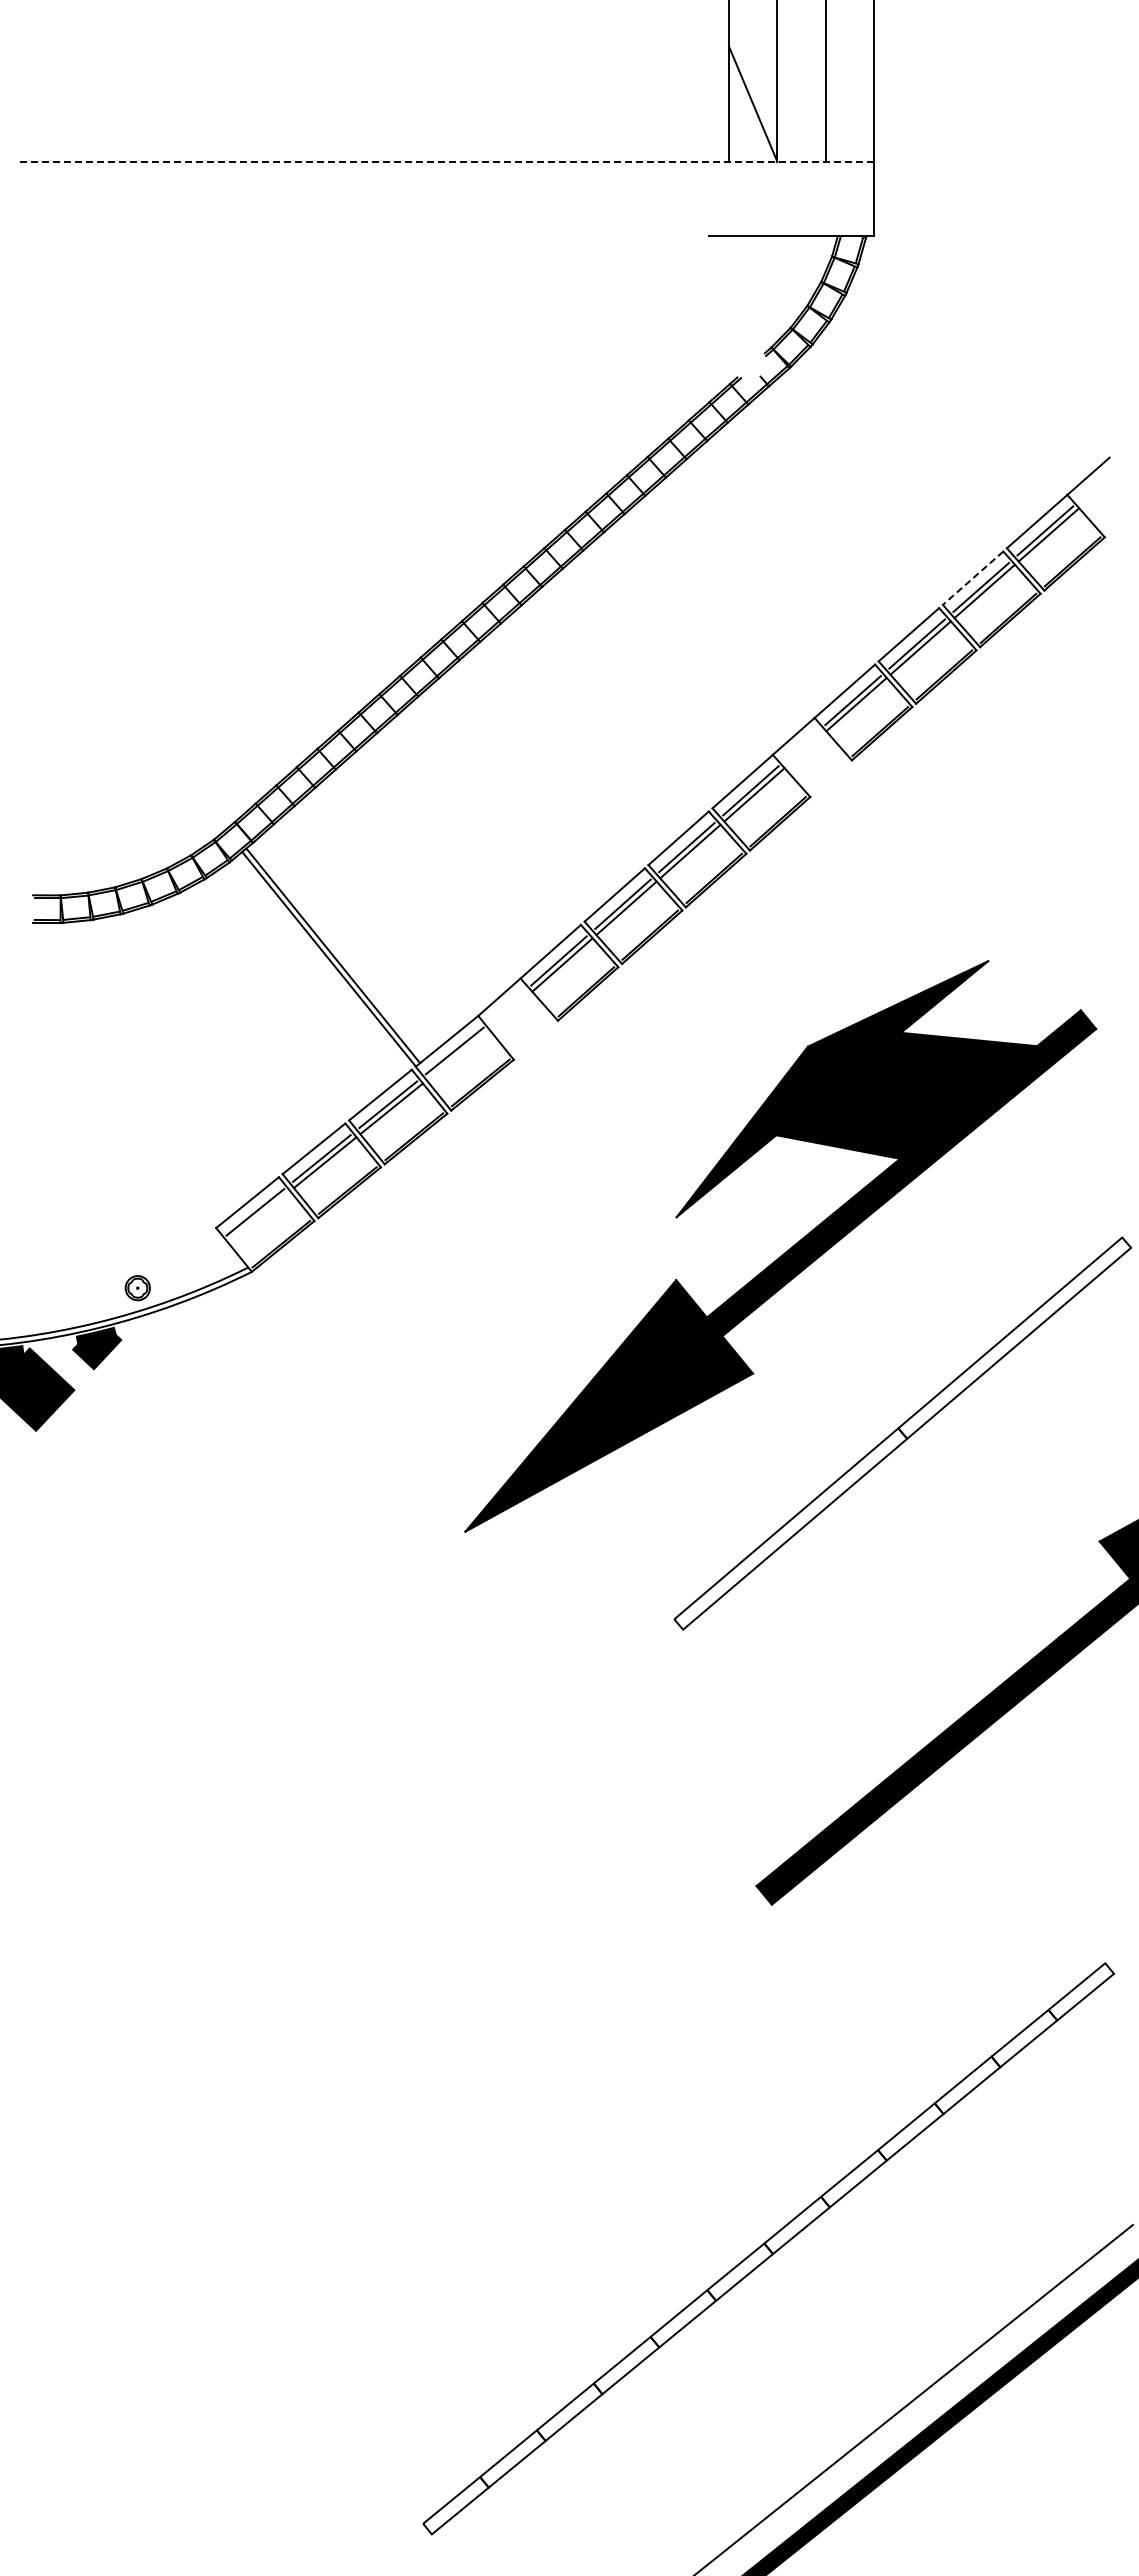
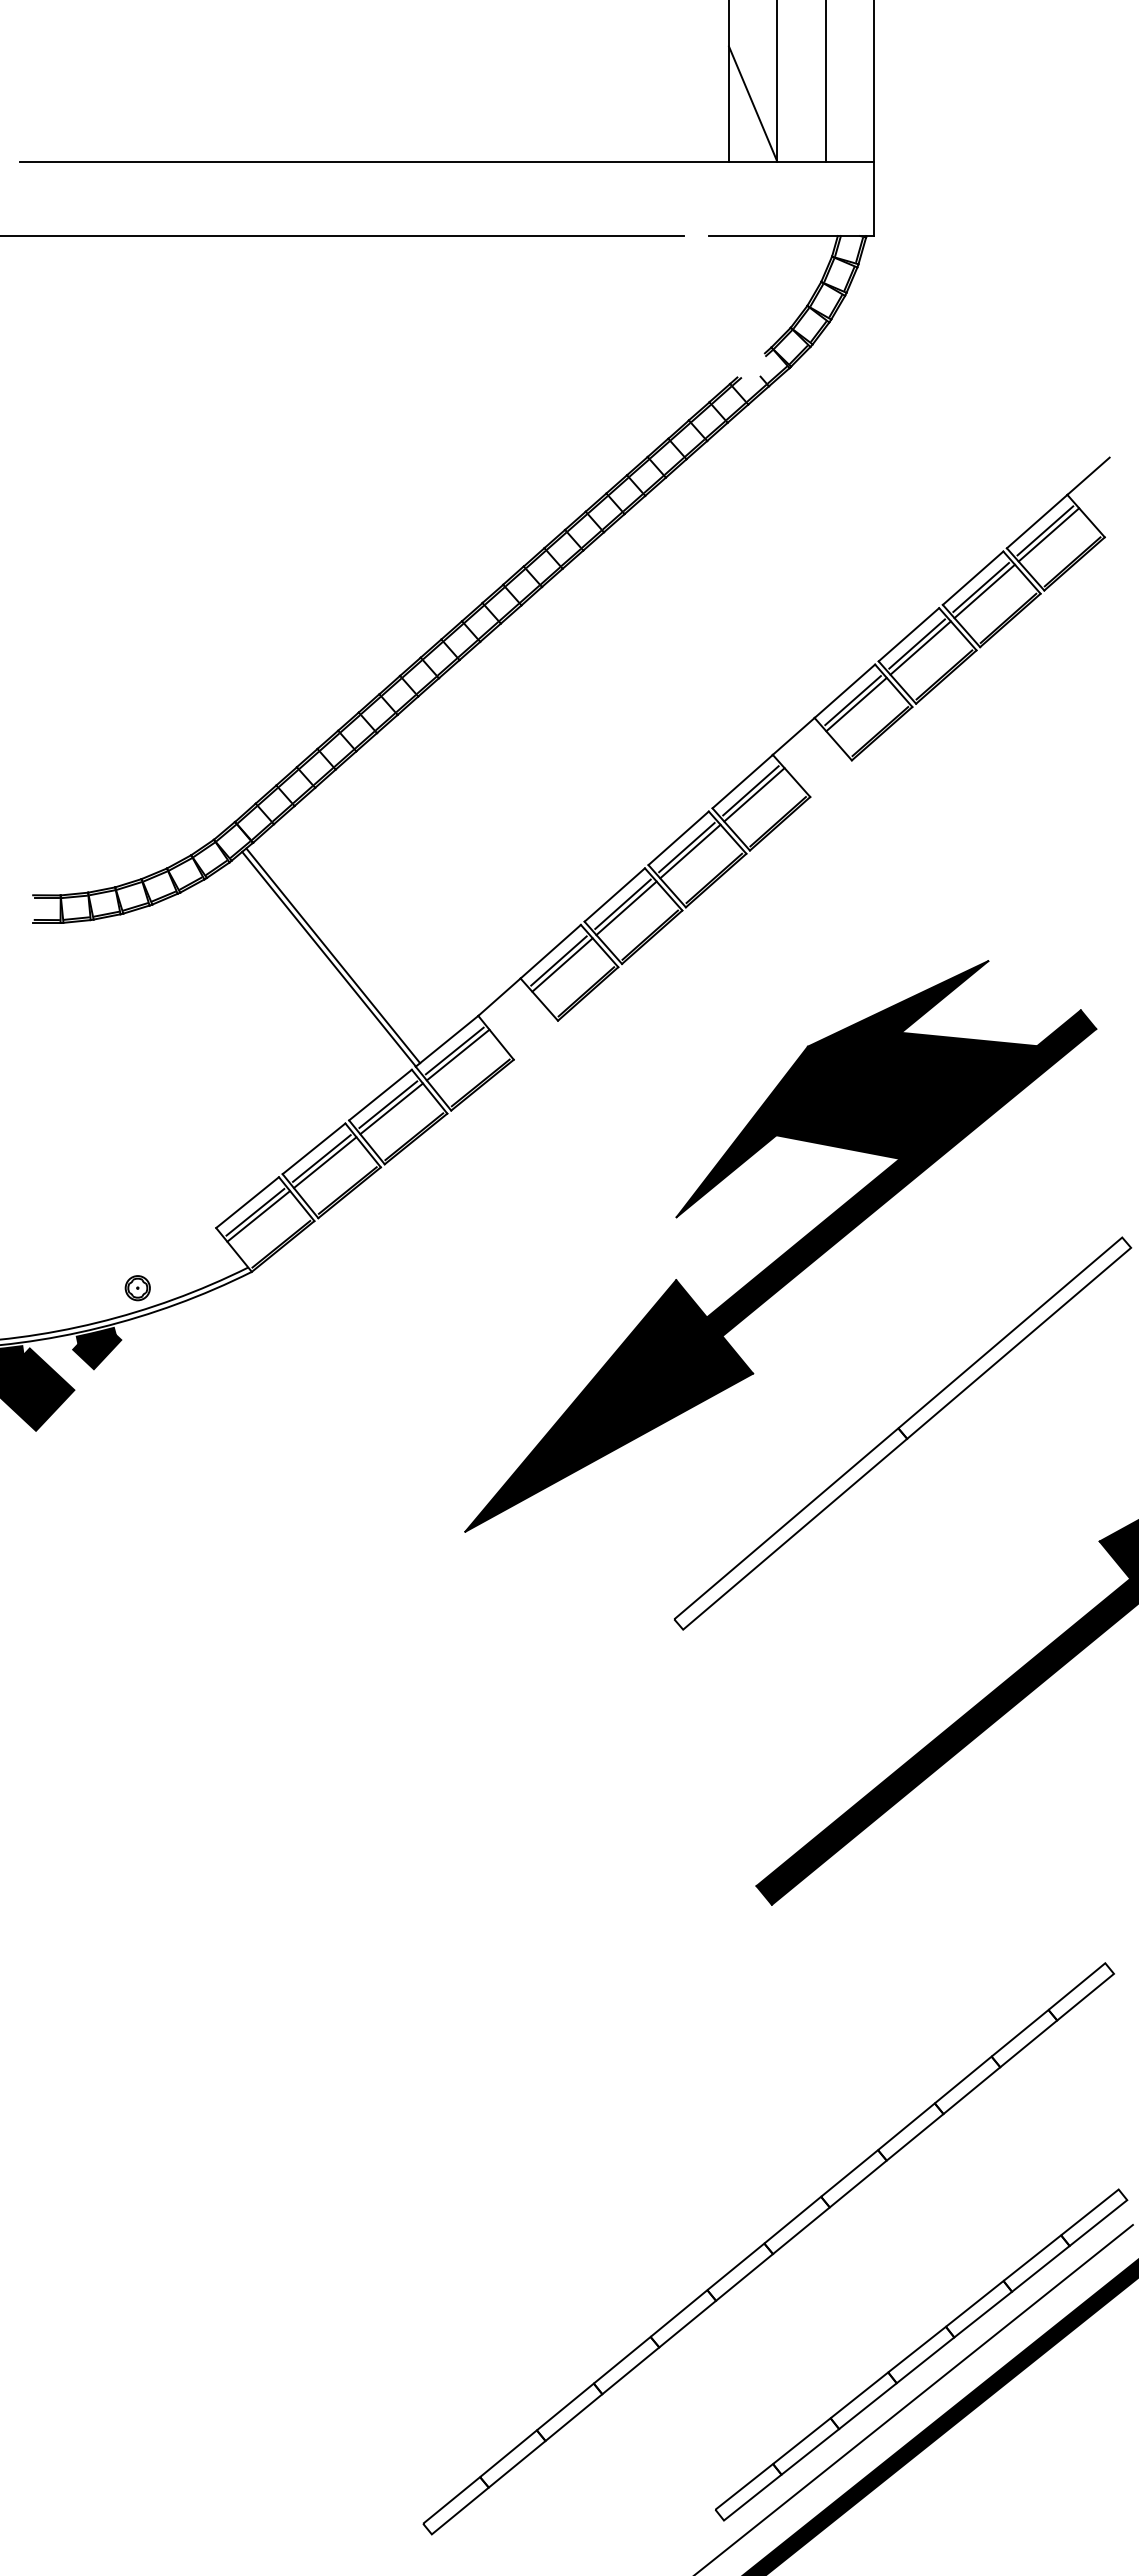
line at (447, 161): dashed -> solid
line at (342, 236): none -> present
line at (972, 578): dashed -> solid
line at (457, 1054): none -> present
line at (258, 1216): none -> present
part at (921, 2354): none -> present
